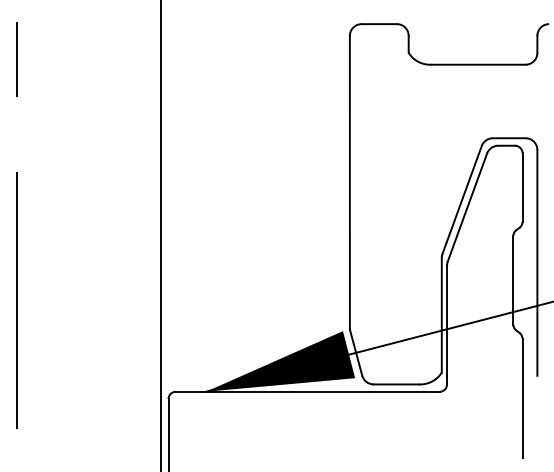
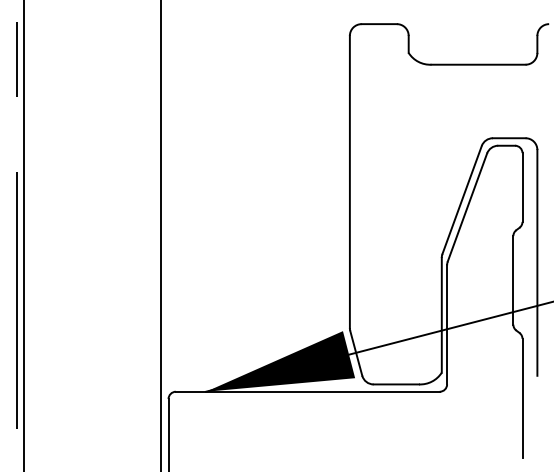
line at (24, 235): none -> present
